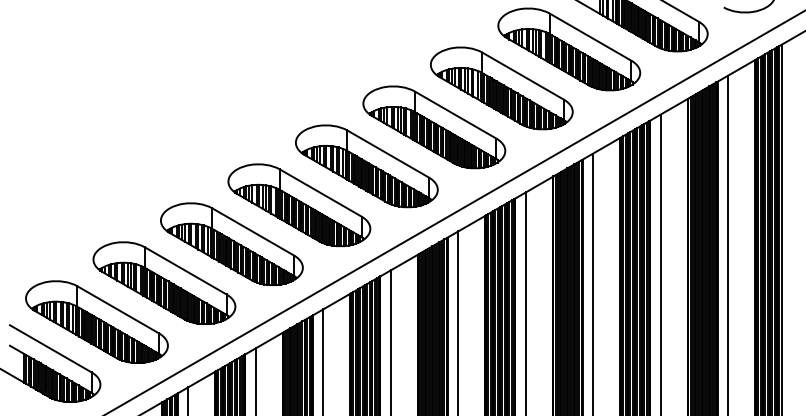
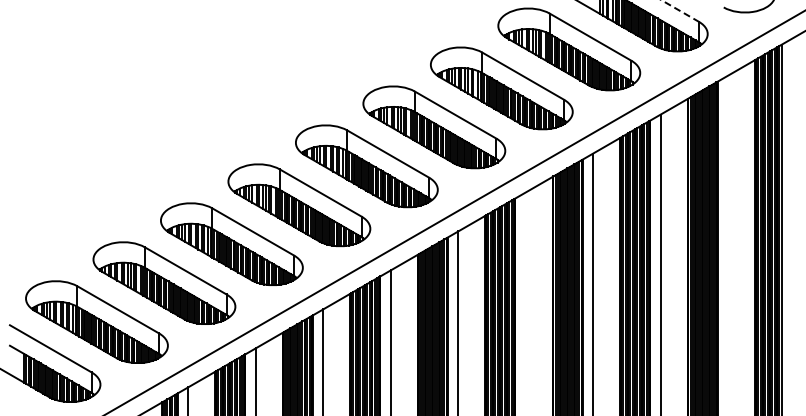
line at (680, 11): solid -> dashed
line at (728, 243): present -> none
line at (525, 302): present -> none
